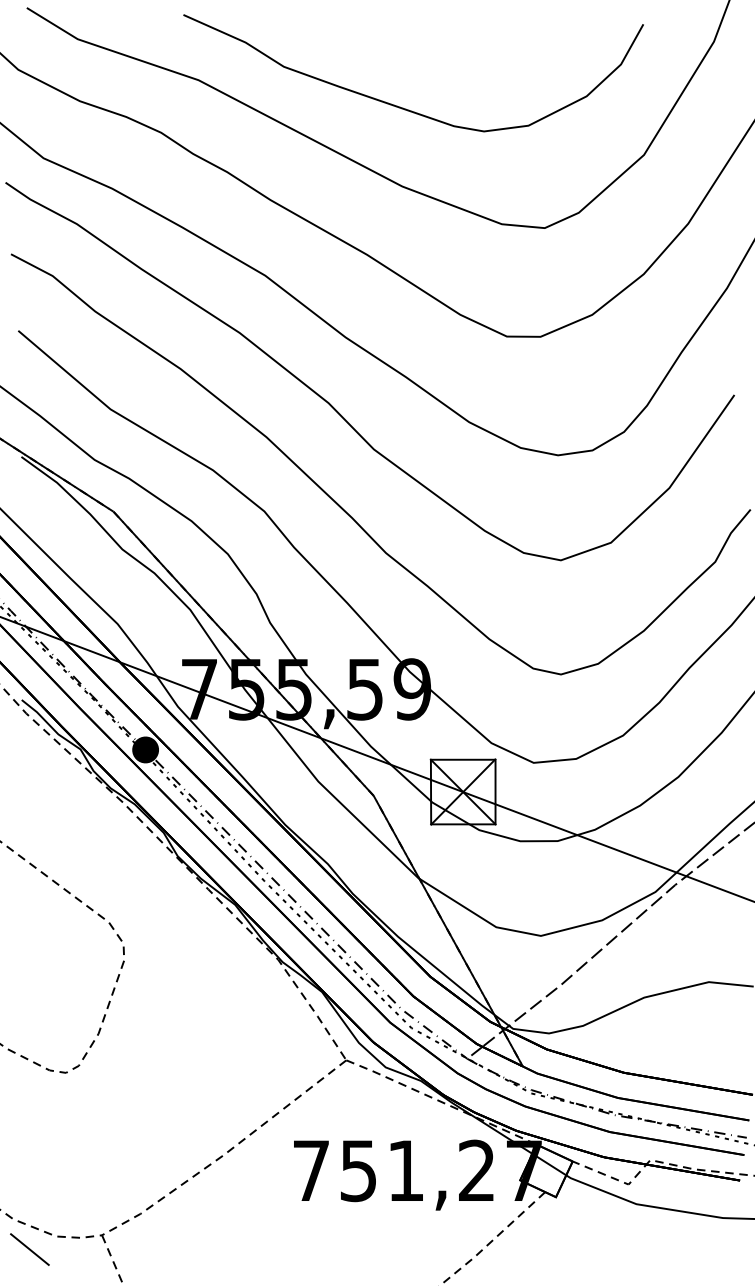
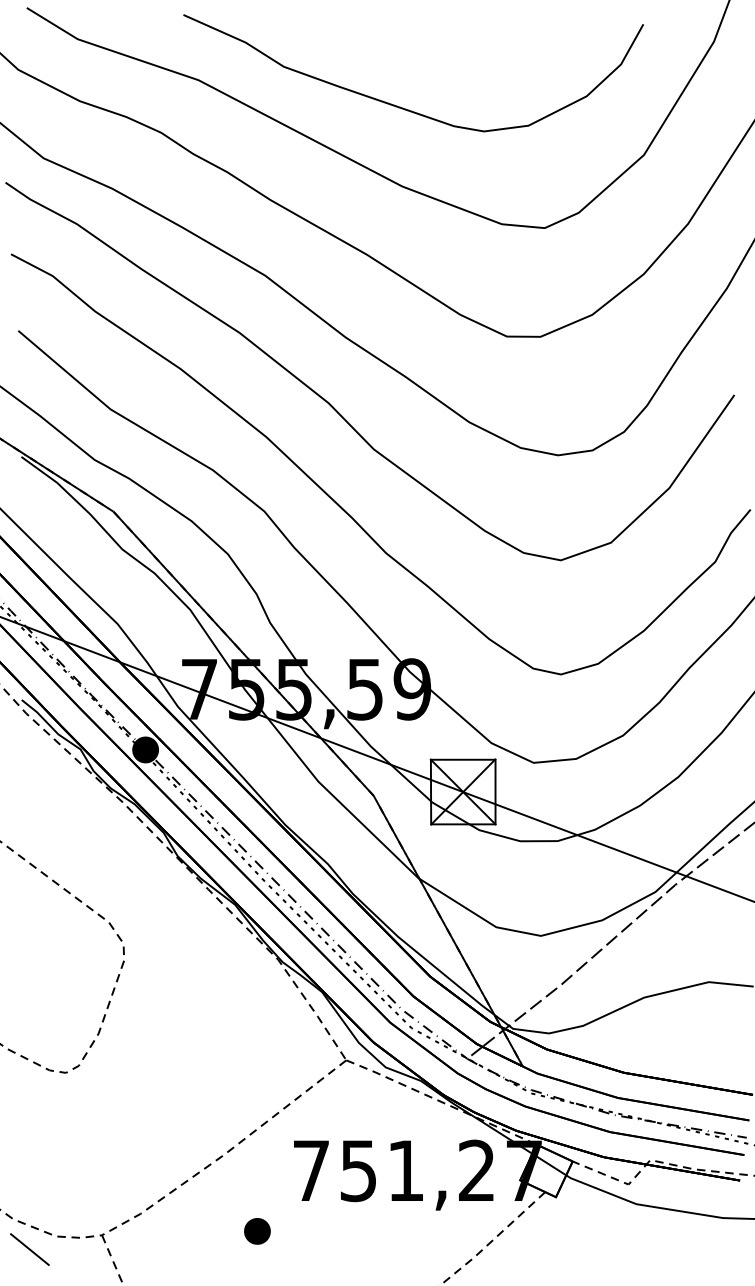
part at (257, 1231): none -> present
